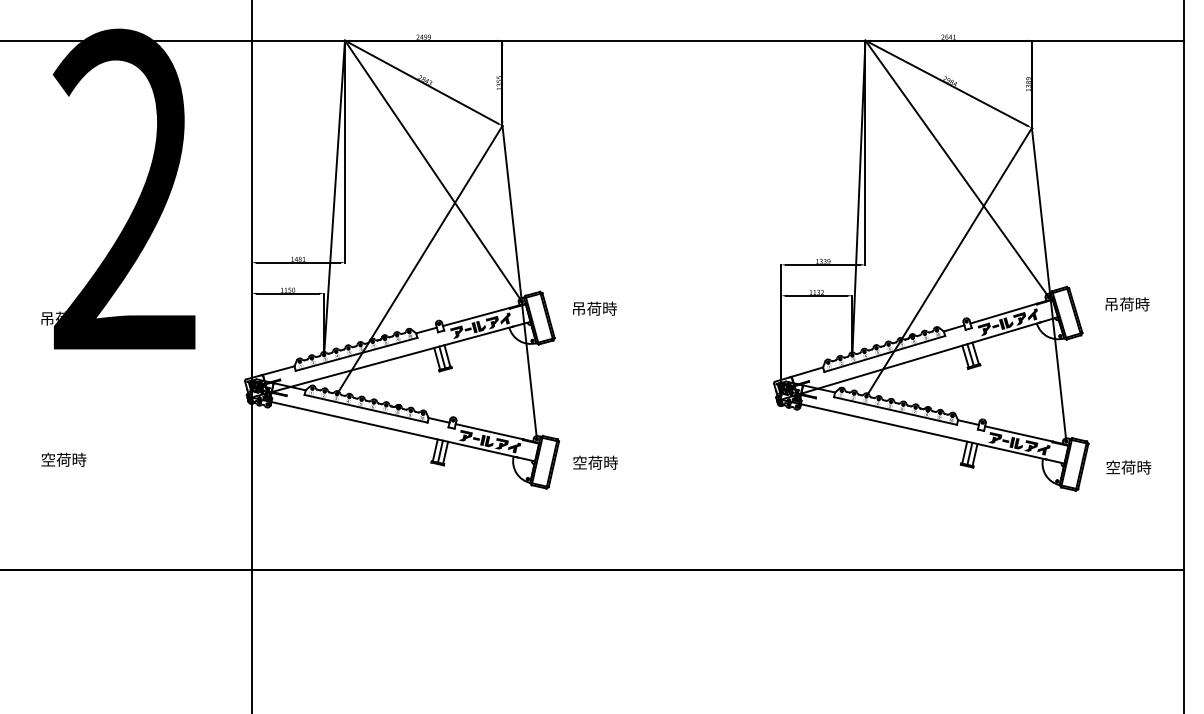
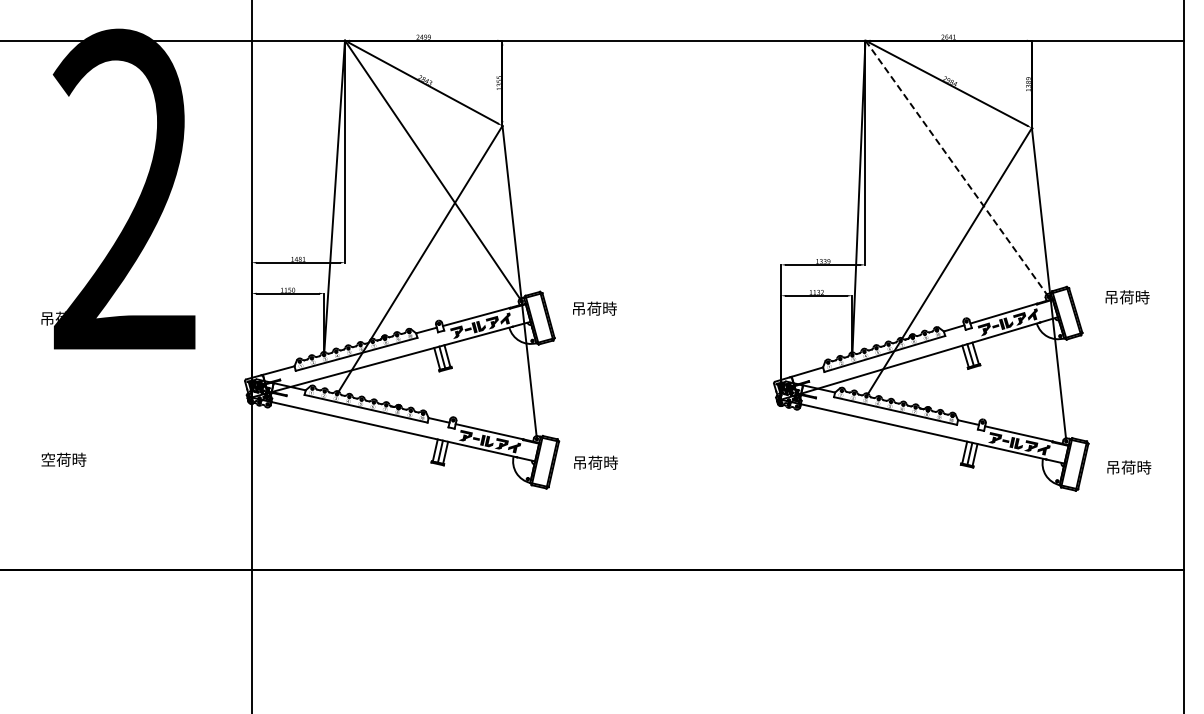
line at (957, 168): solid -> dashed
text at (1127, 304) position: (1127, 304) -> (1127, 297)
text at (579, 462): 空荷時 -> 吊荷時
text at (1112, 467): 空荷時 -> 吊荷時
